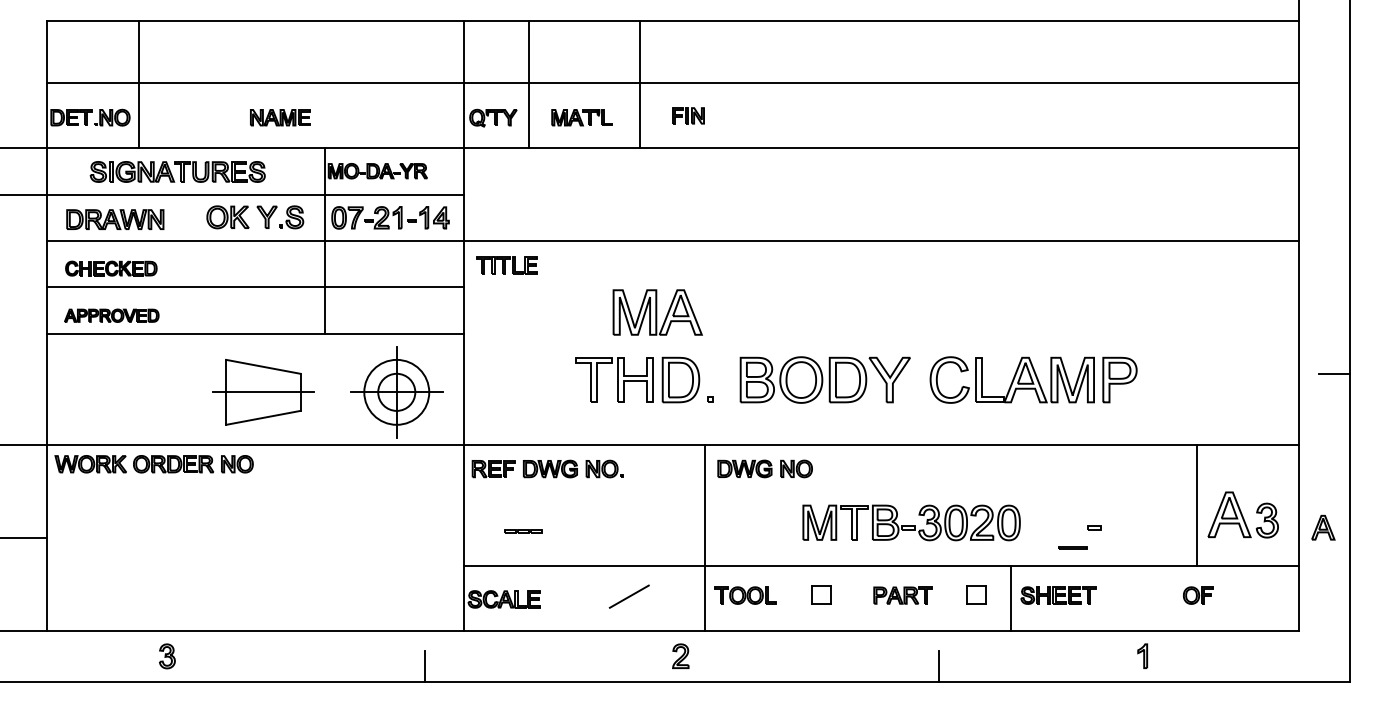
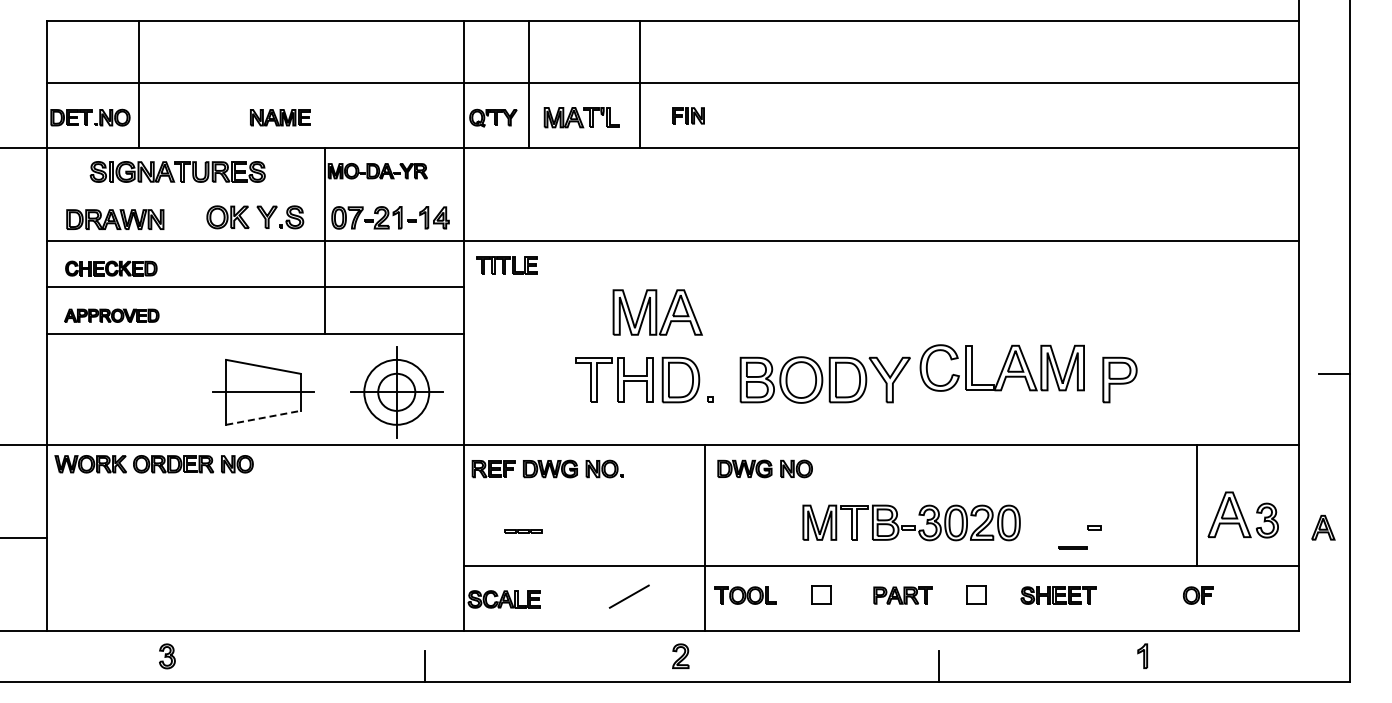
part at (581, 117) size: 62x18 px -> 77x22 px
line at (232, 194): present -> none
part at (1011, 379) position: (1011, 379) -> (1001, 367)
line at (263, 417): solid -> dashed
line at (1011, 597): present -> none
